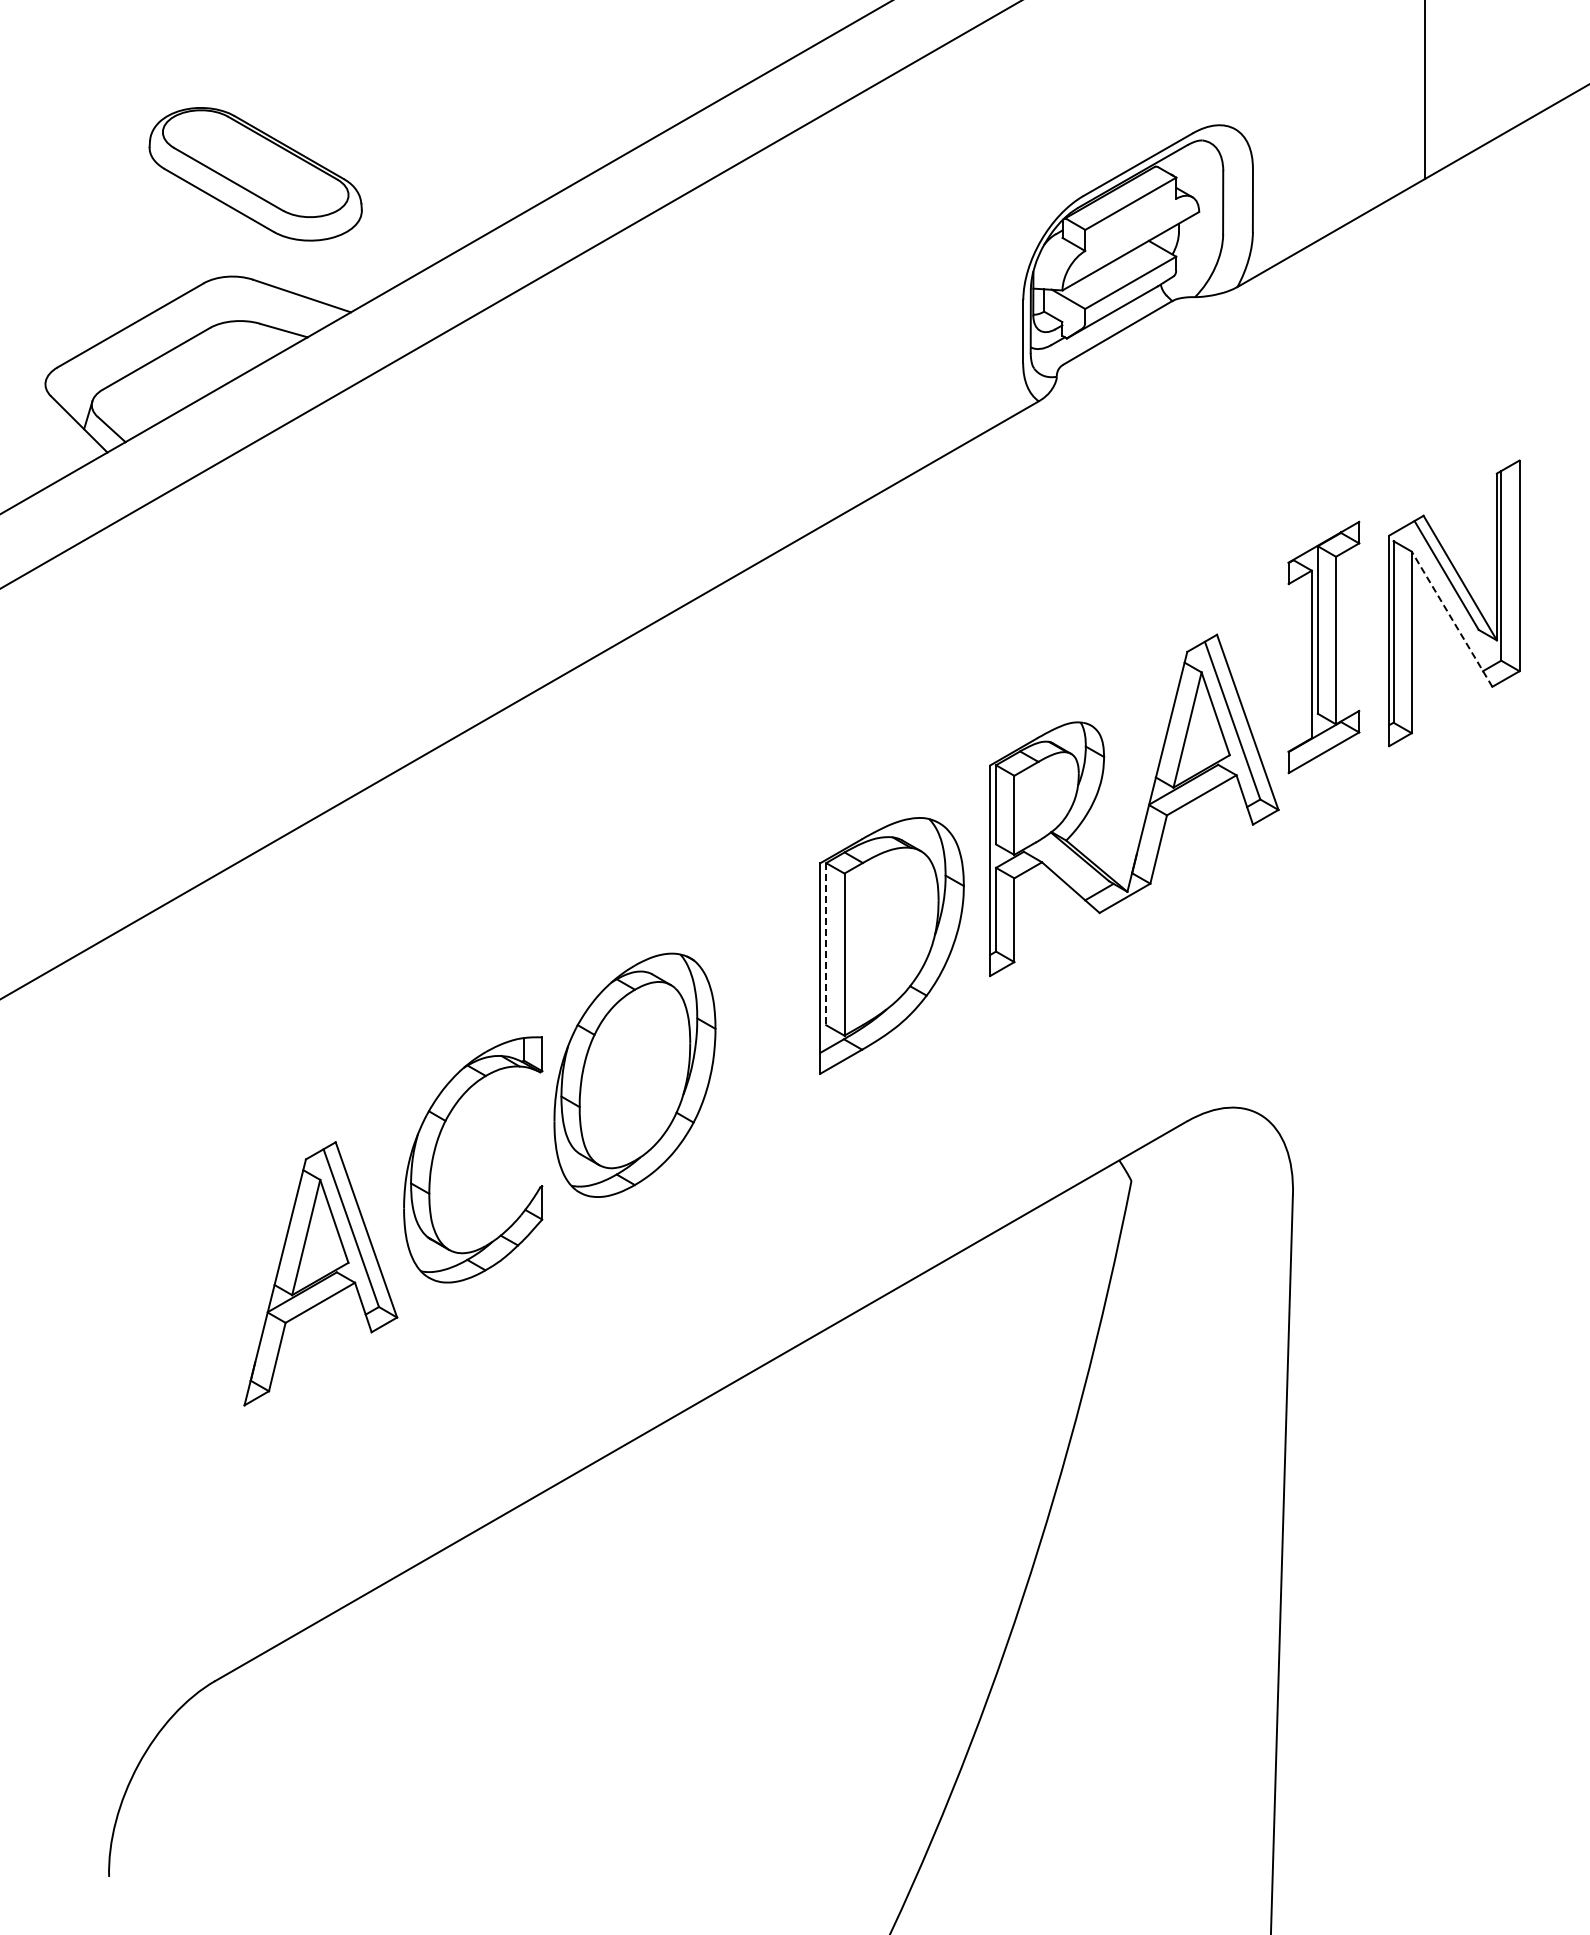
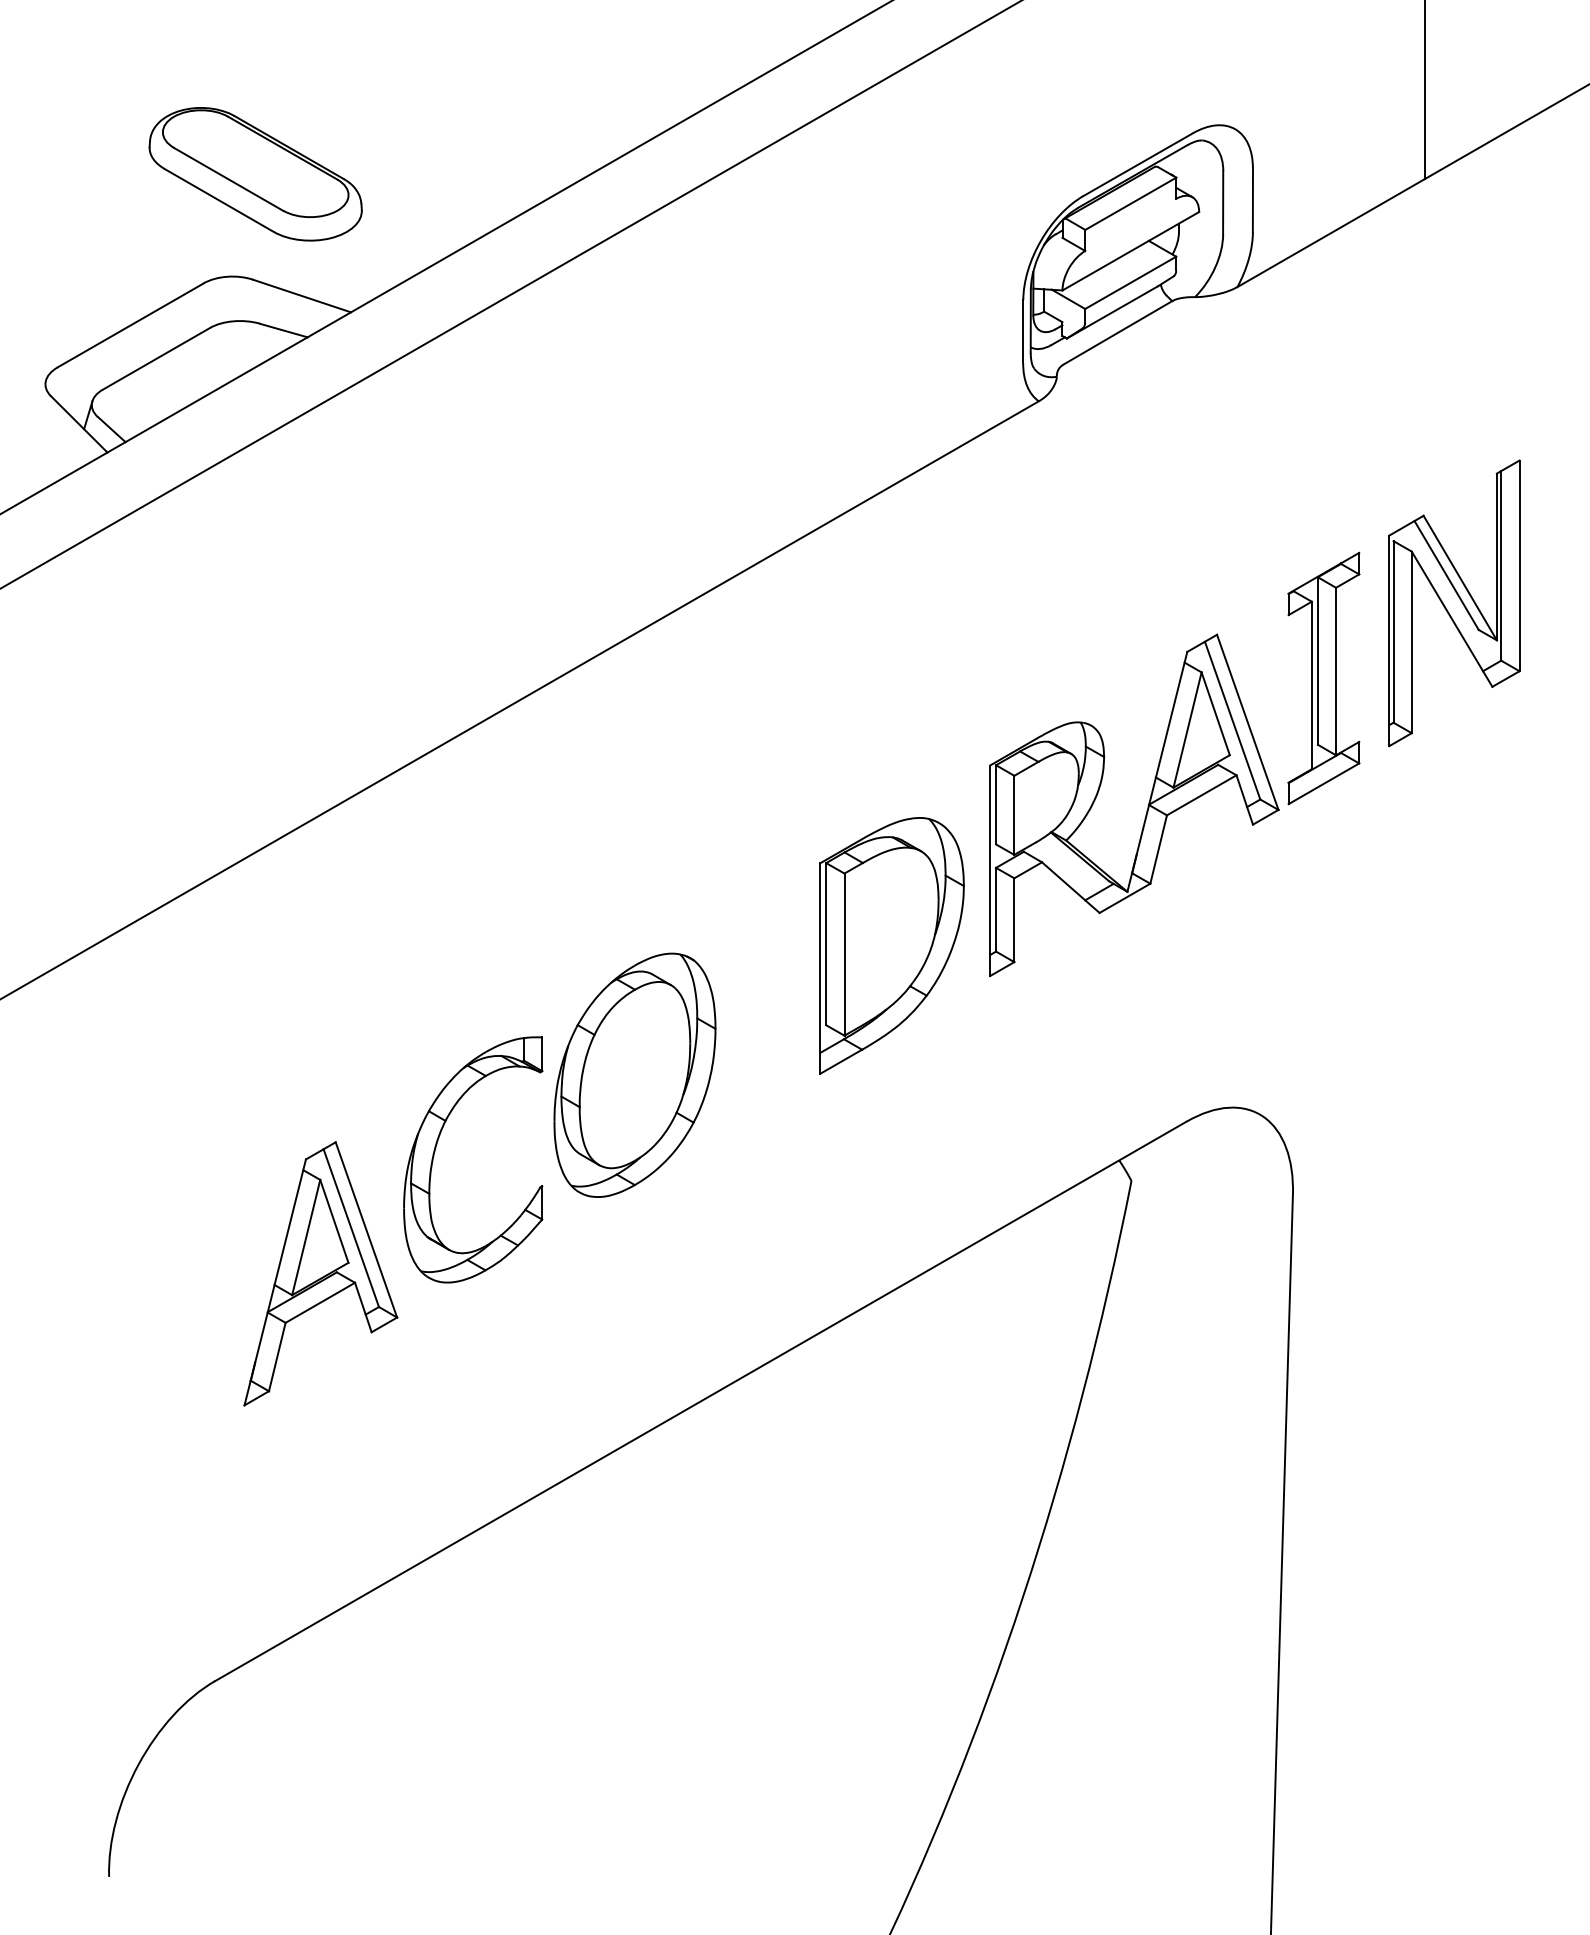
line at (1452, 619): dashed -> solid
part at (1323, 647) position: (1323, 647) -> (1323, 678)
line at (826, 944): dashed -> solid
